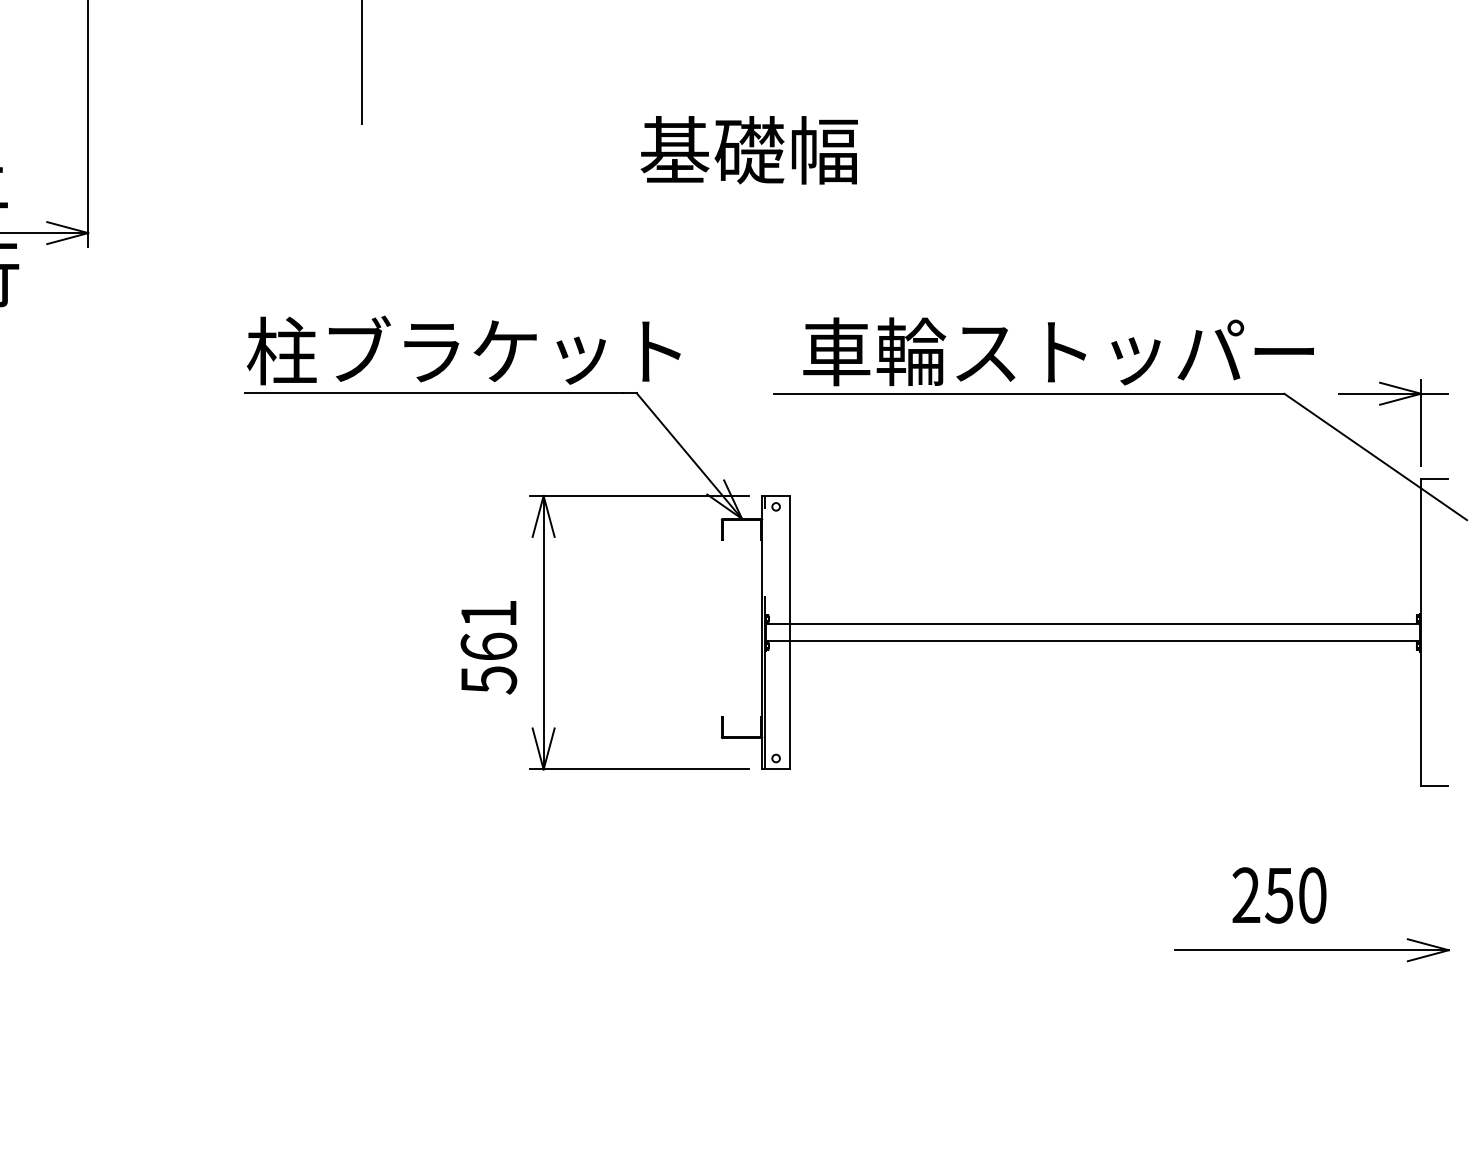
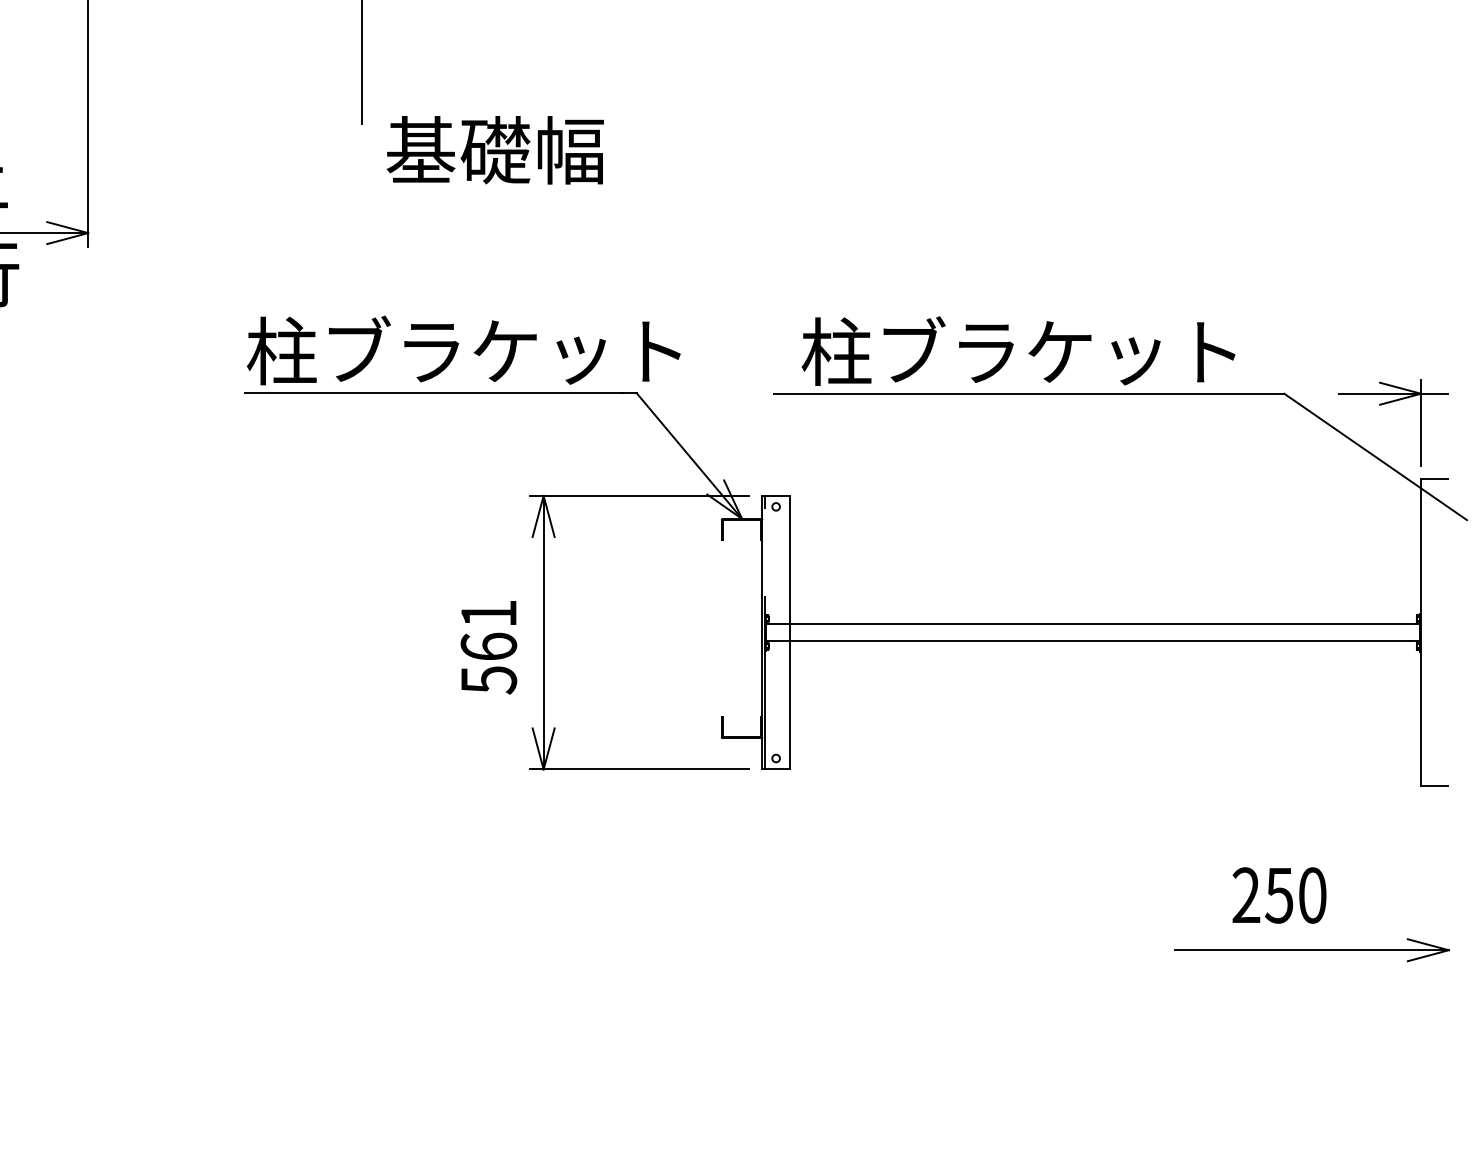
text at (748, 150) position: (748, 150) -> (494, 150)
text at (1057, 351): 車輪ストッパー -> 柱ブラケット
